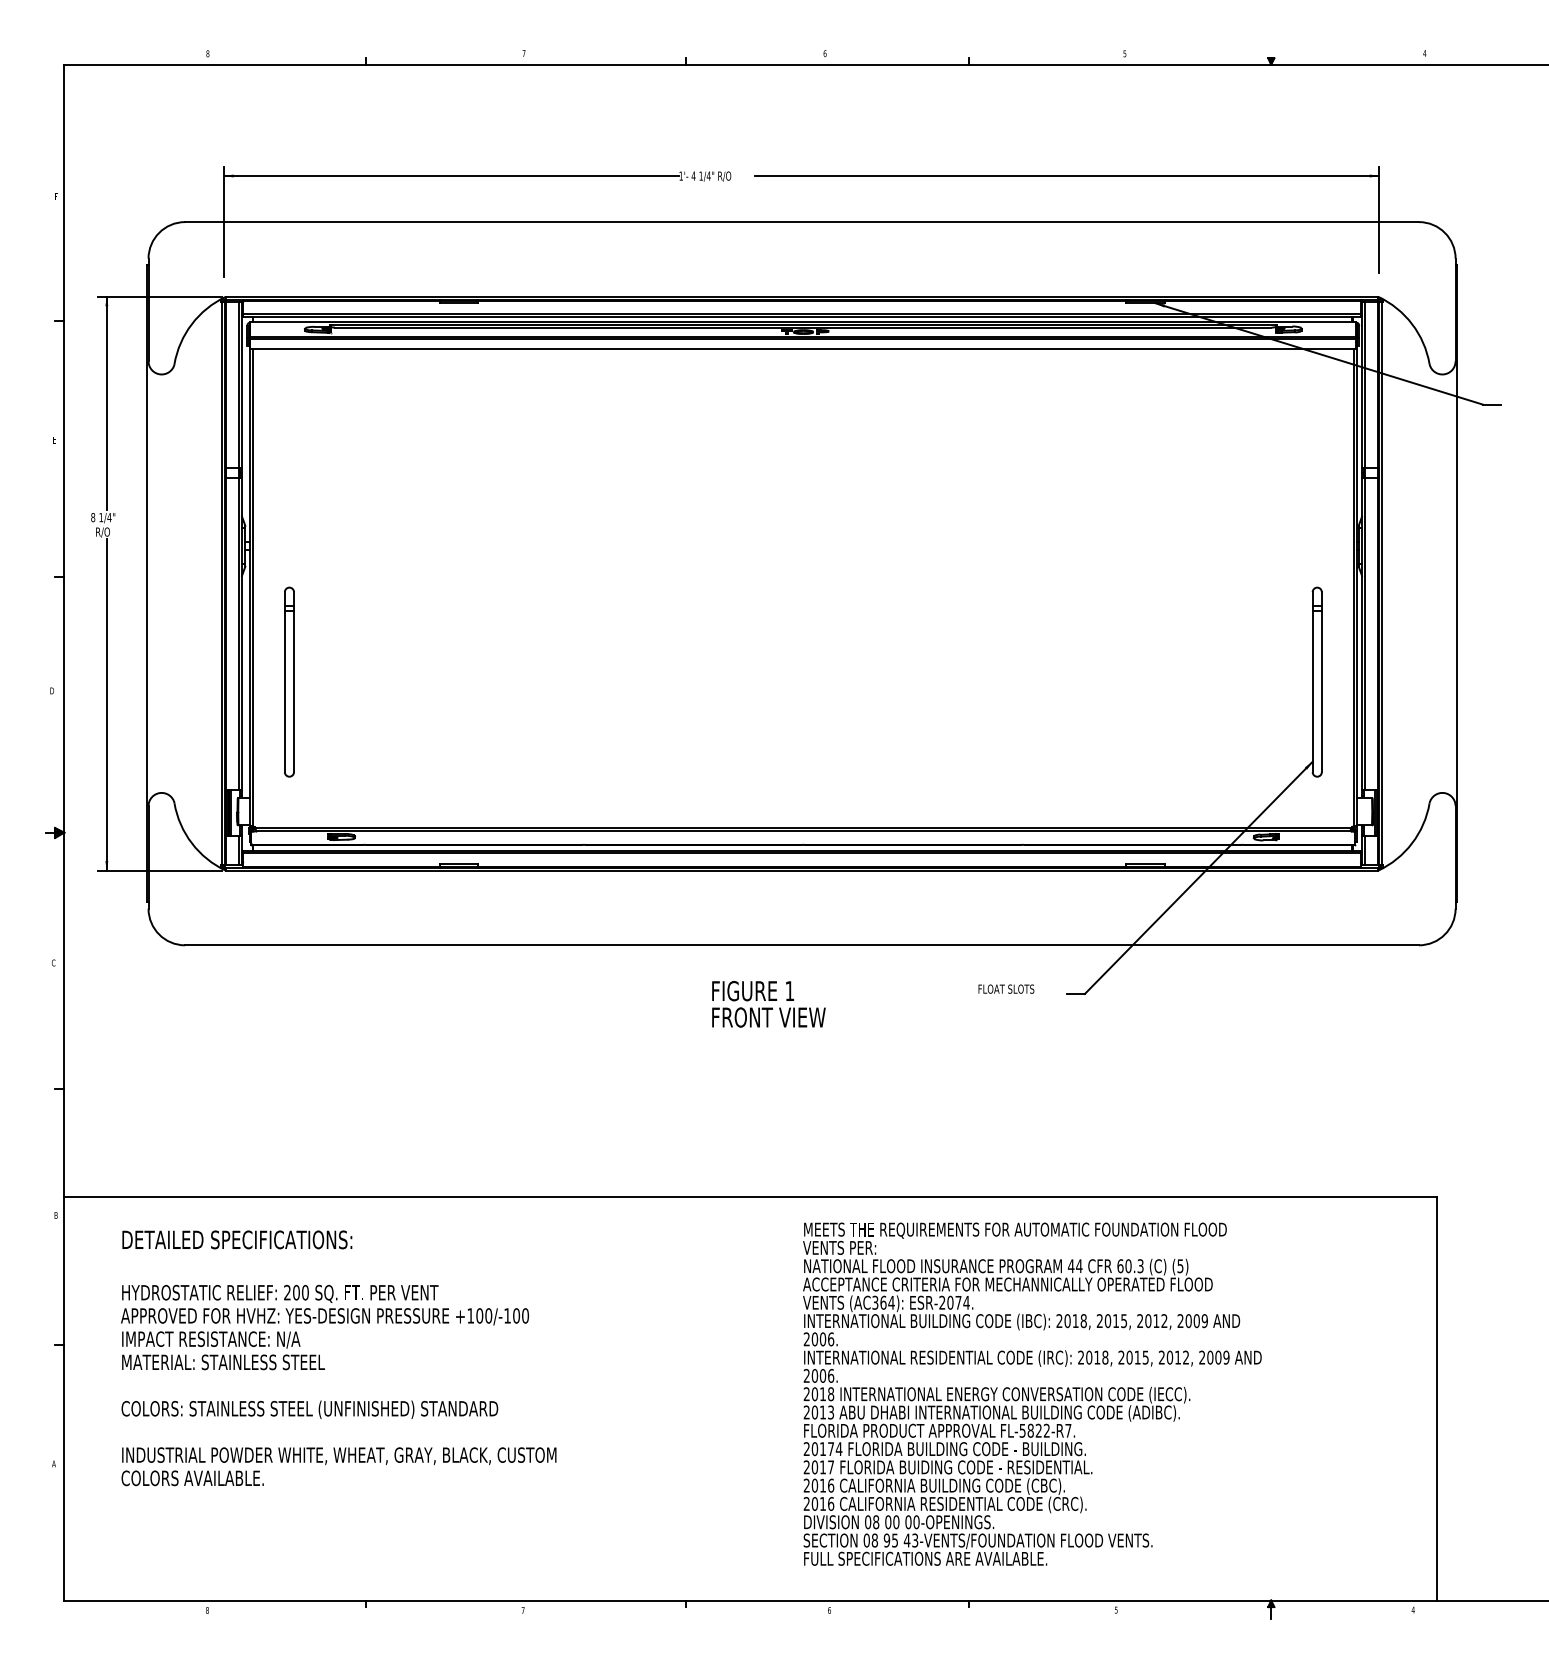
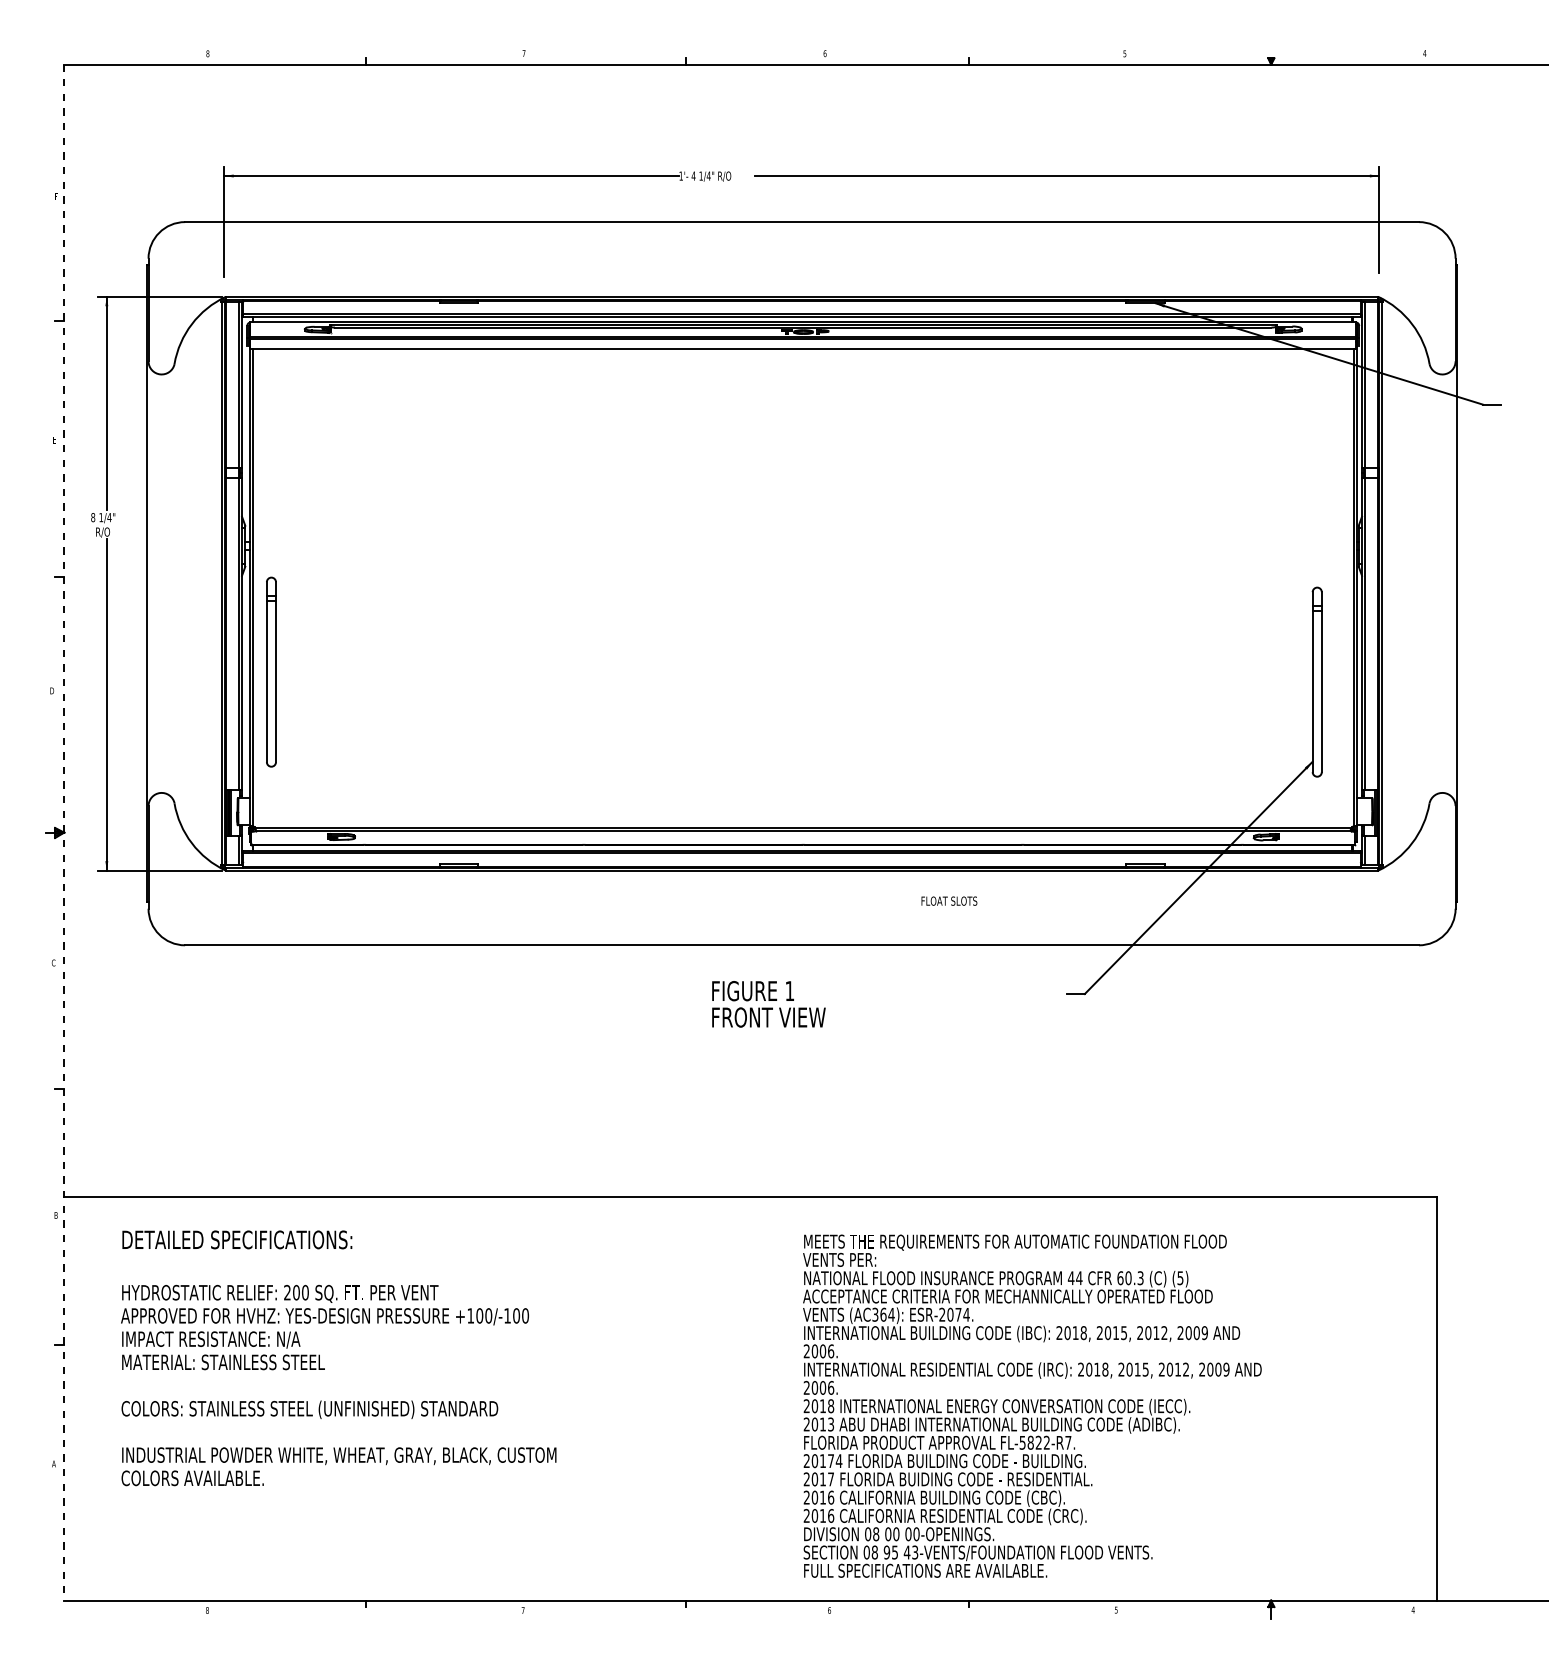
part at (289, 681) position: (289, 681) -> (271, 671)
line at (64, 833): solid -> dashed
text at (1006, 988) position: (1006, 988) -> (949, 900)
text at (1032, 1393) position: (1032, 1393) -> (1032, 1405)
